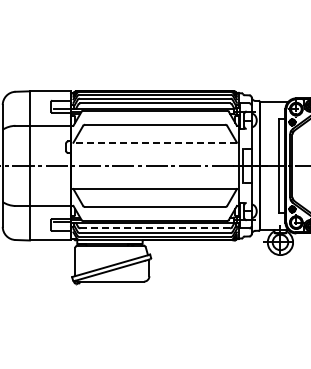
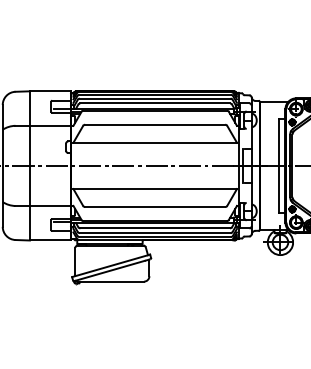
line at (155, 142): dashed -> solid
line at (155, 228): dashed -> solid
